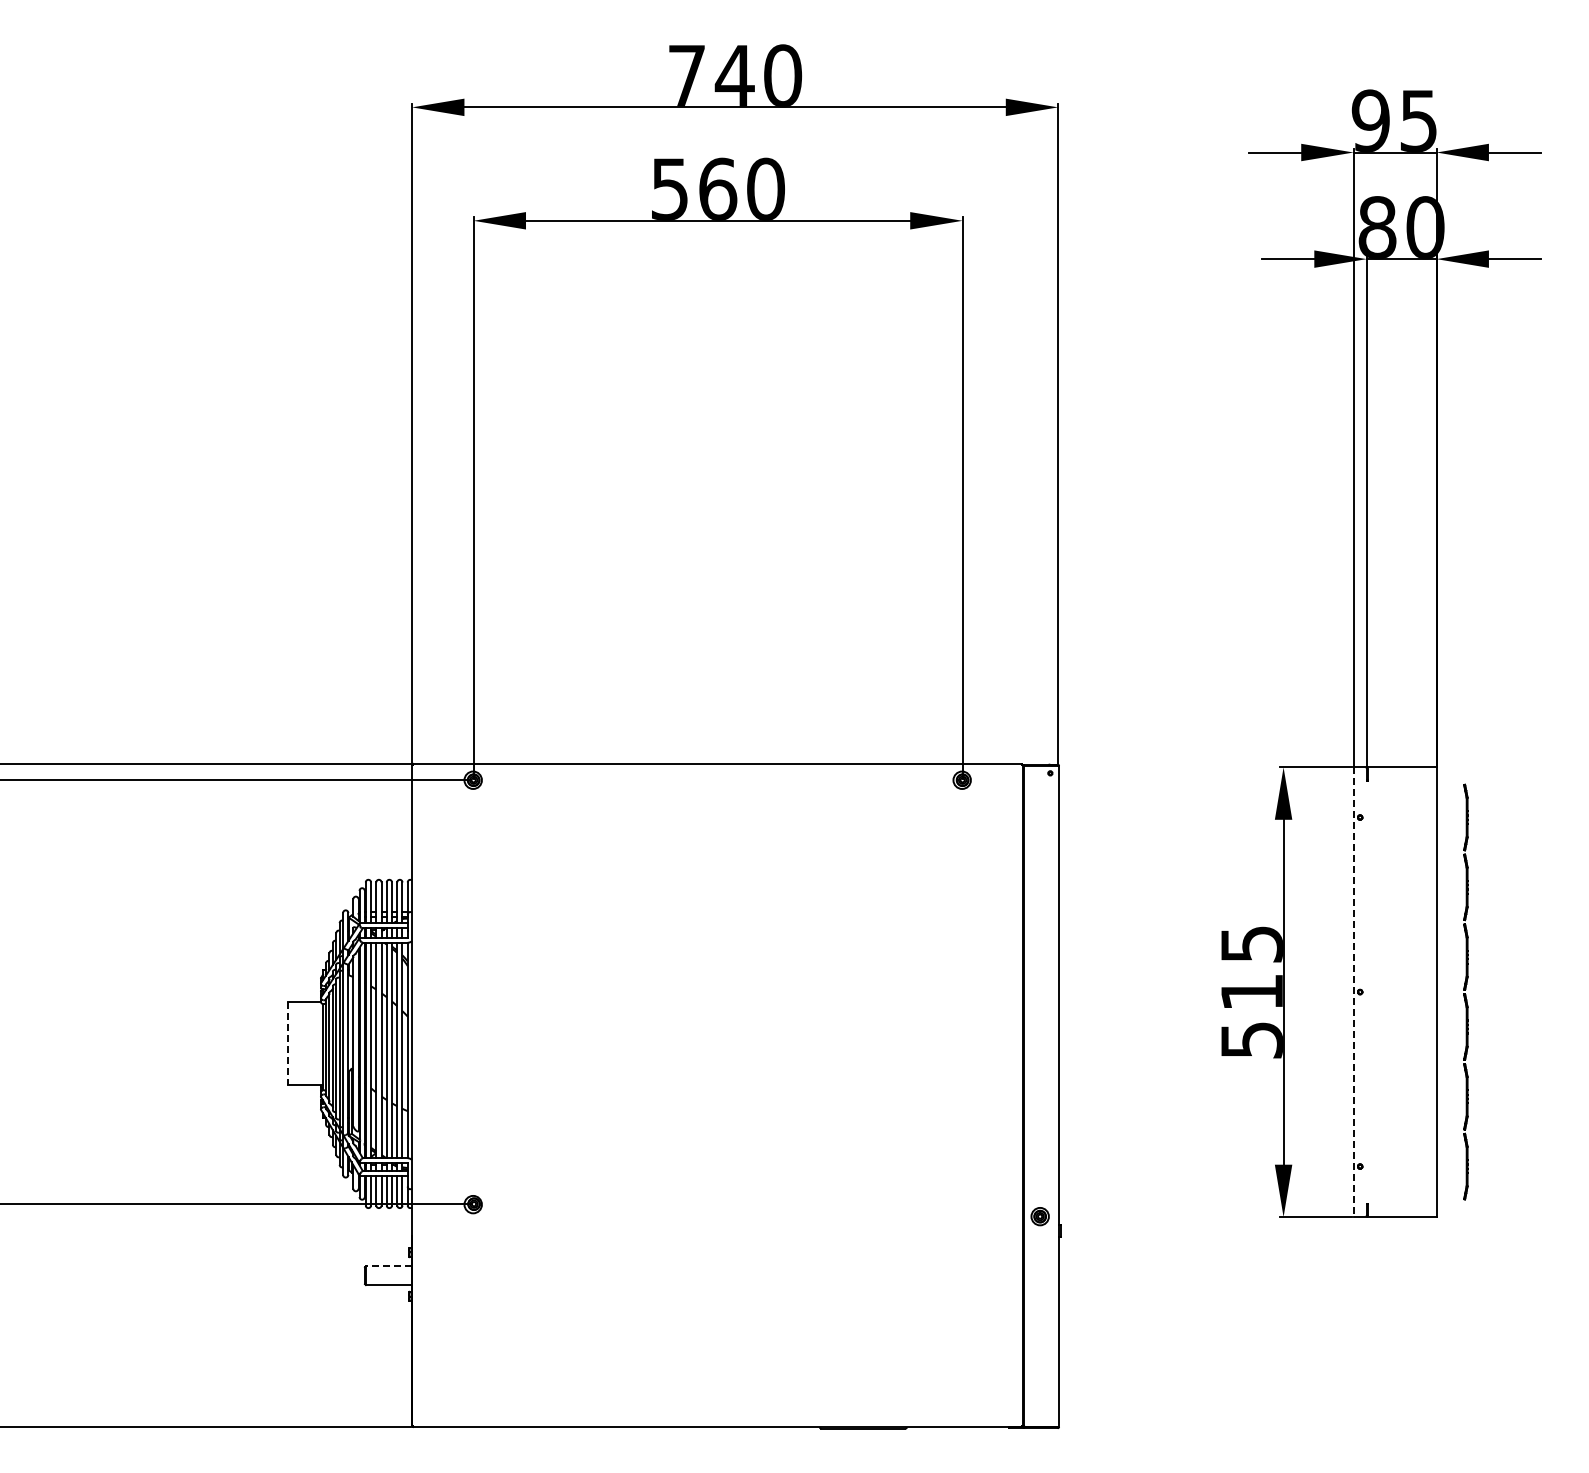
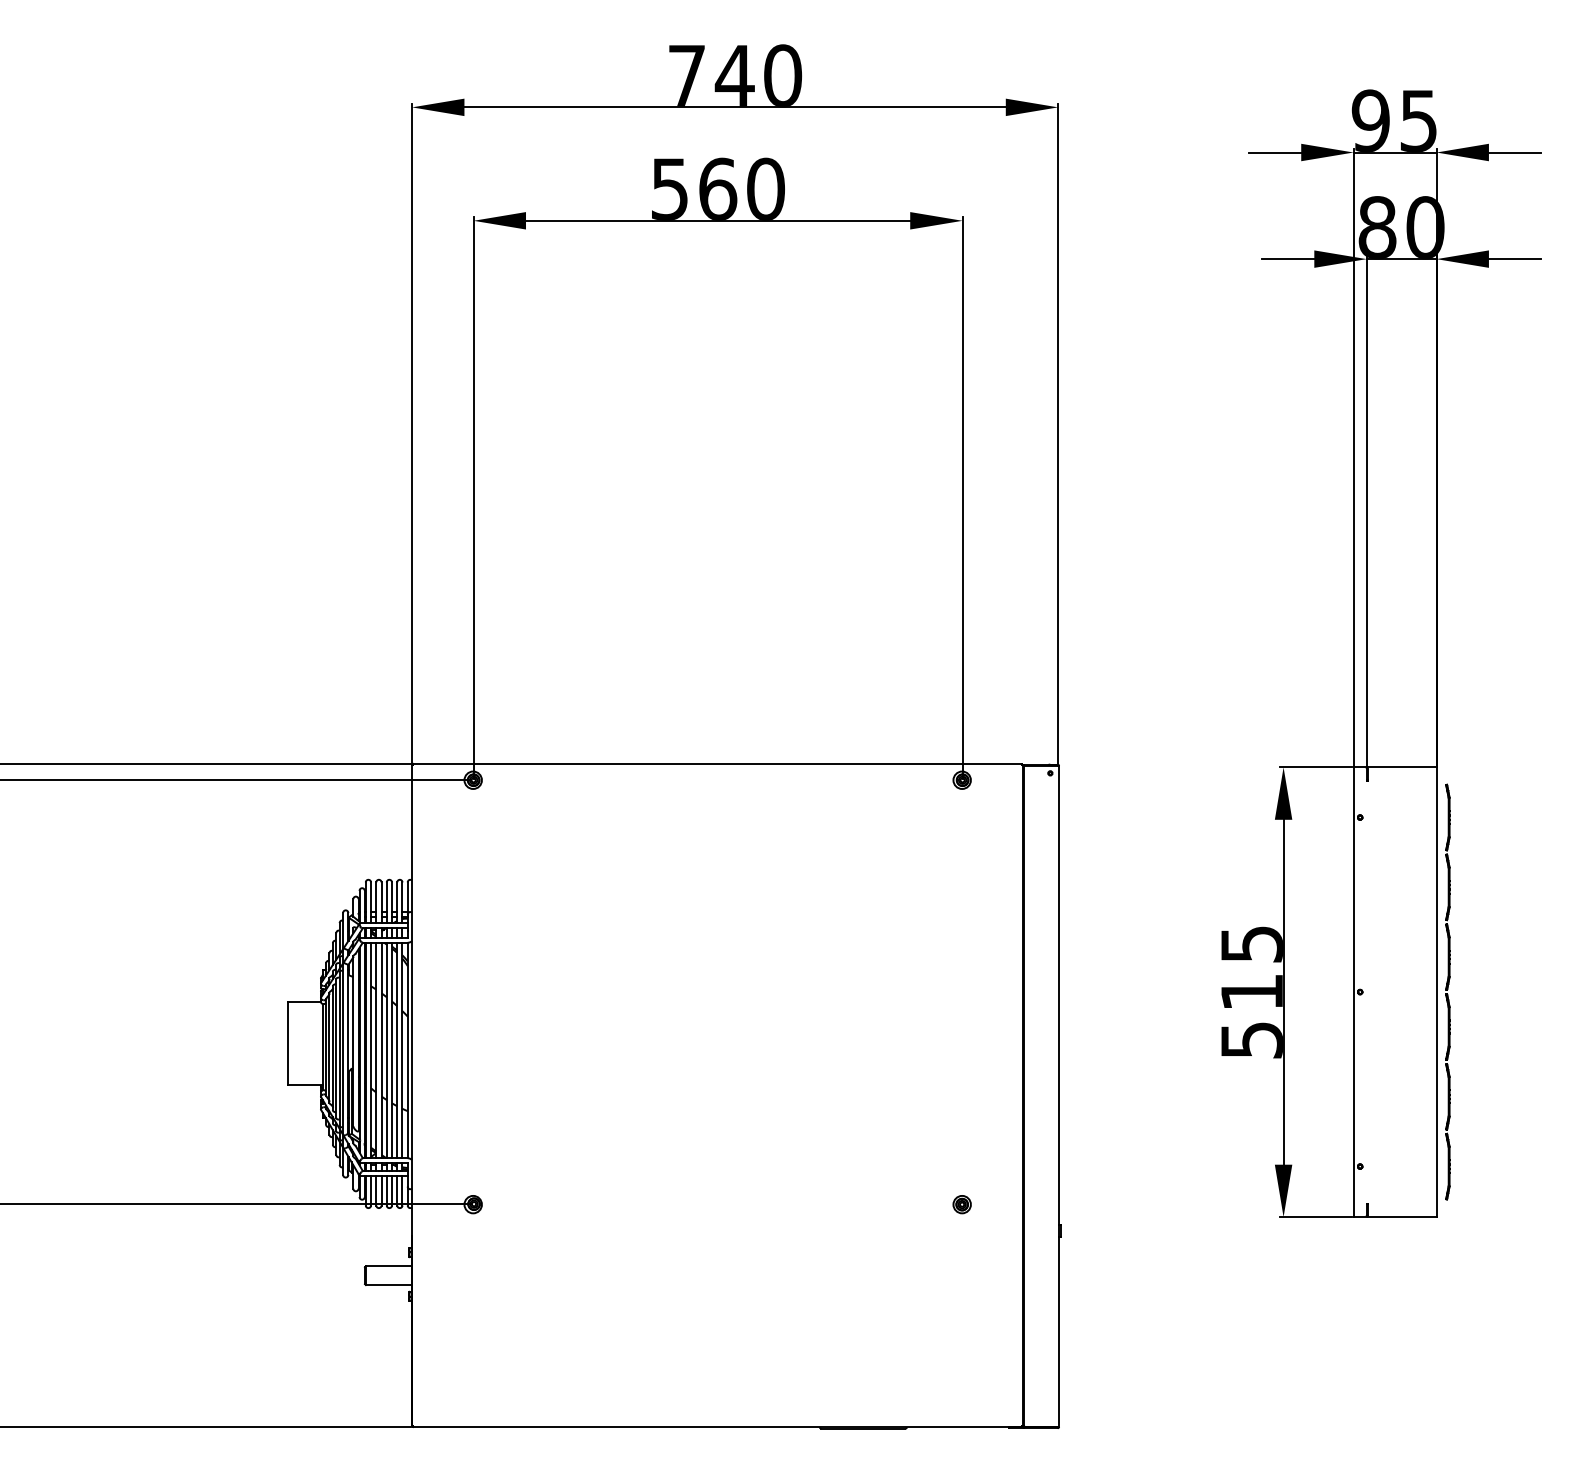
part at (1465, 991) position: (1465, 991) -> (1447, 991)
line at (1353, 992): dashed -> solid
line at (288, 1044): dashed -> solid
part at (1039, 1216) position: (1039, 1216) -> (961, 1204)
line at (388, 1266): dashed -> solid
